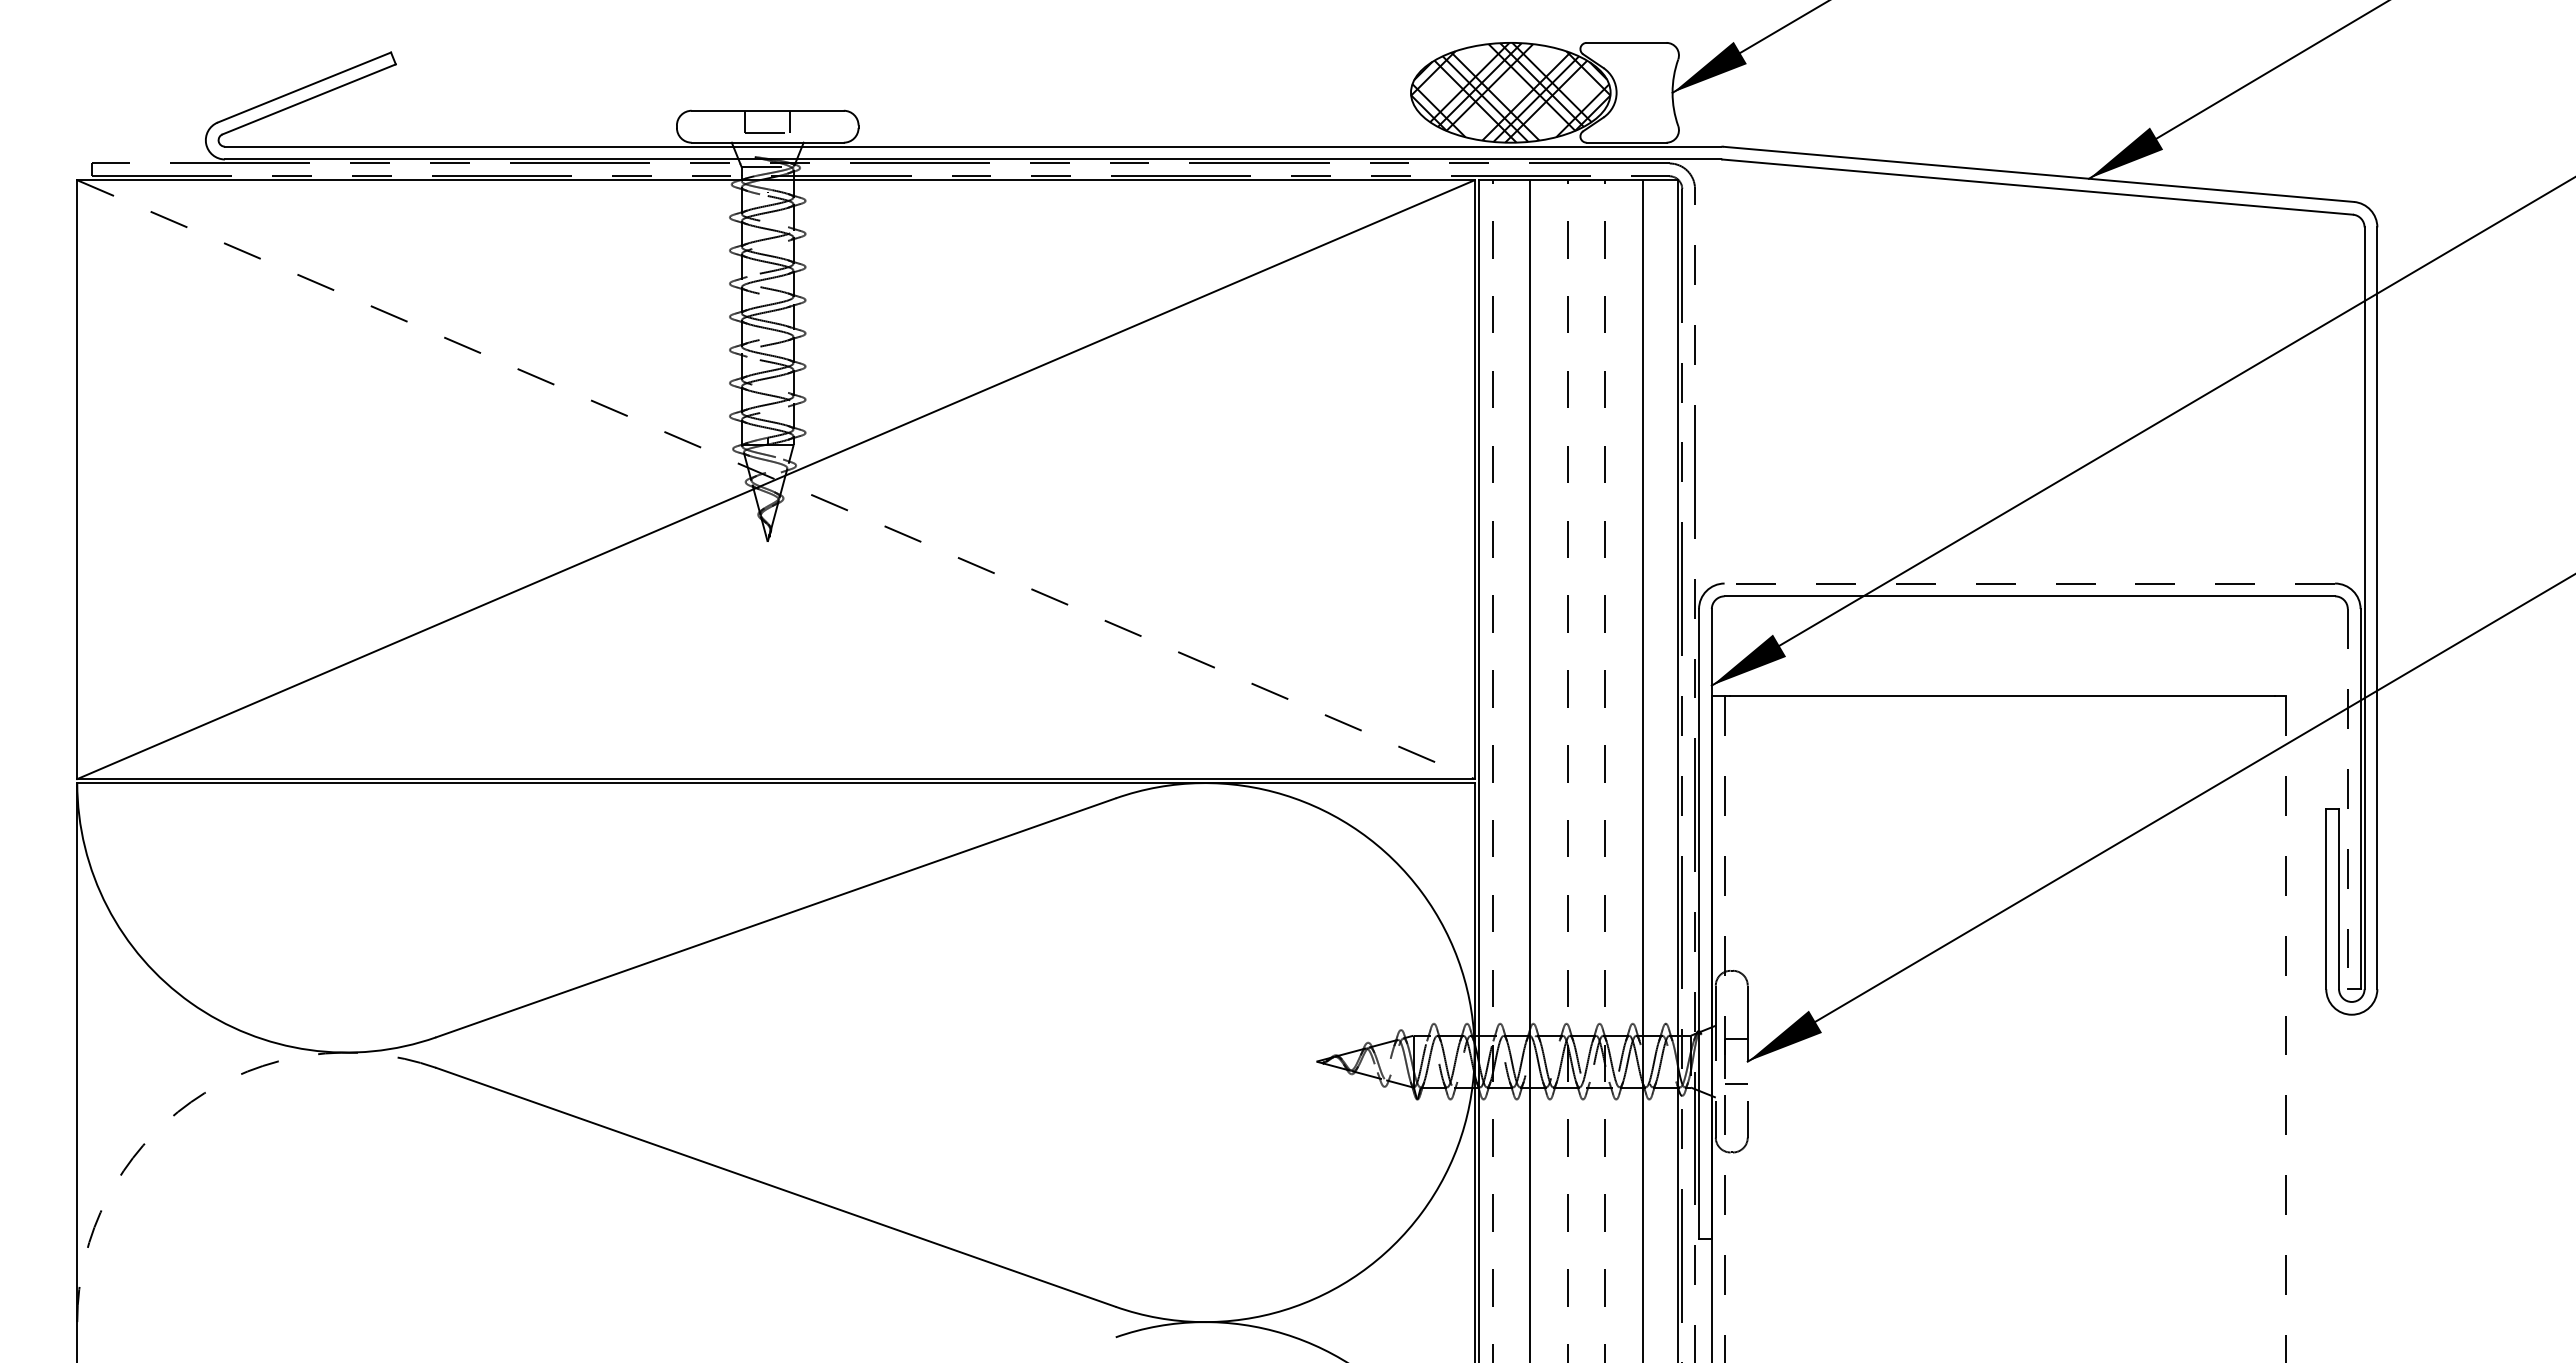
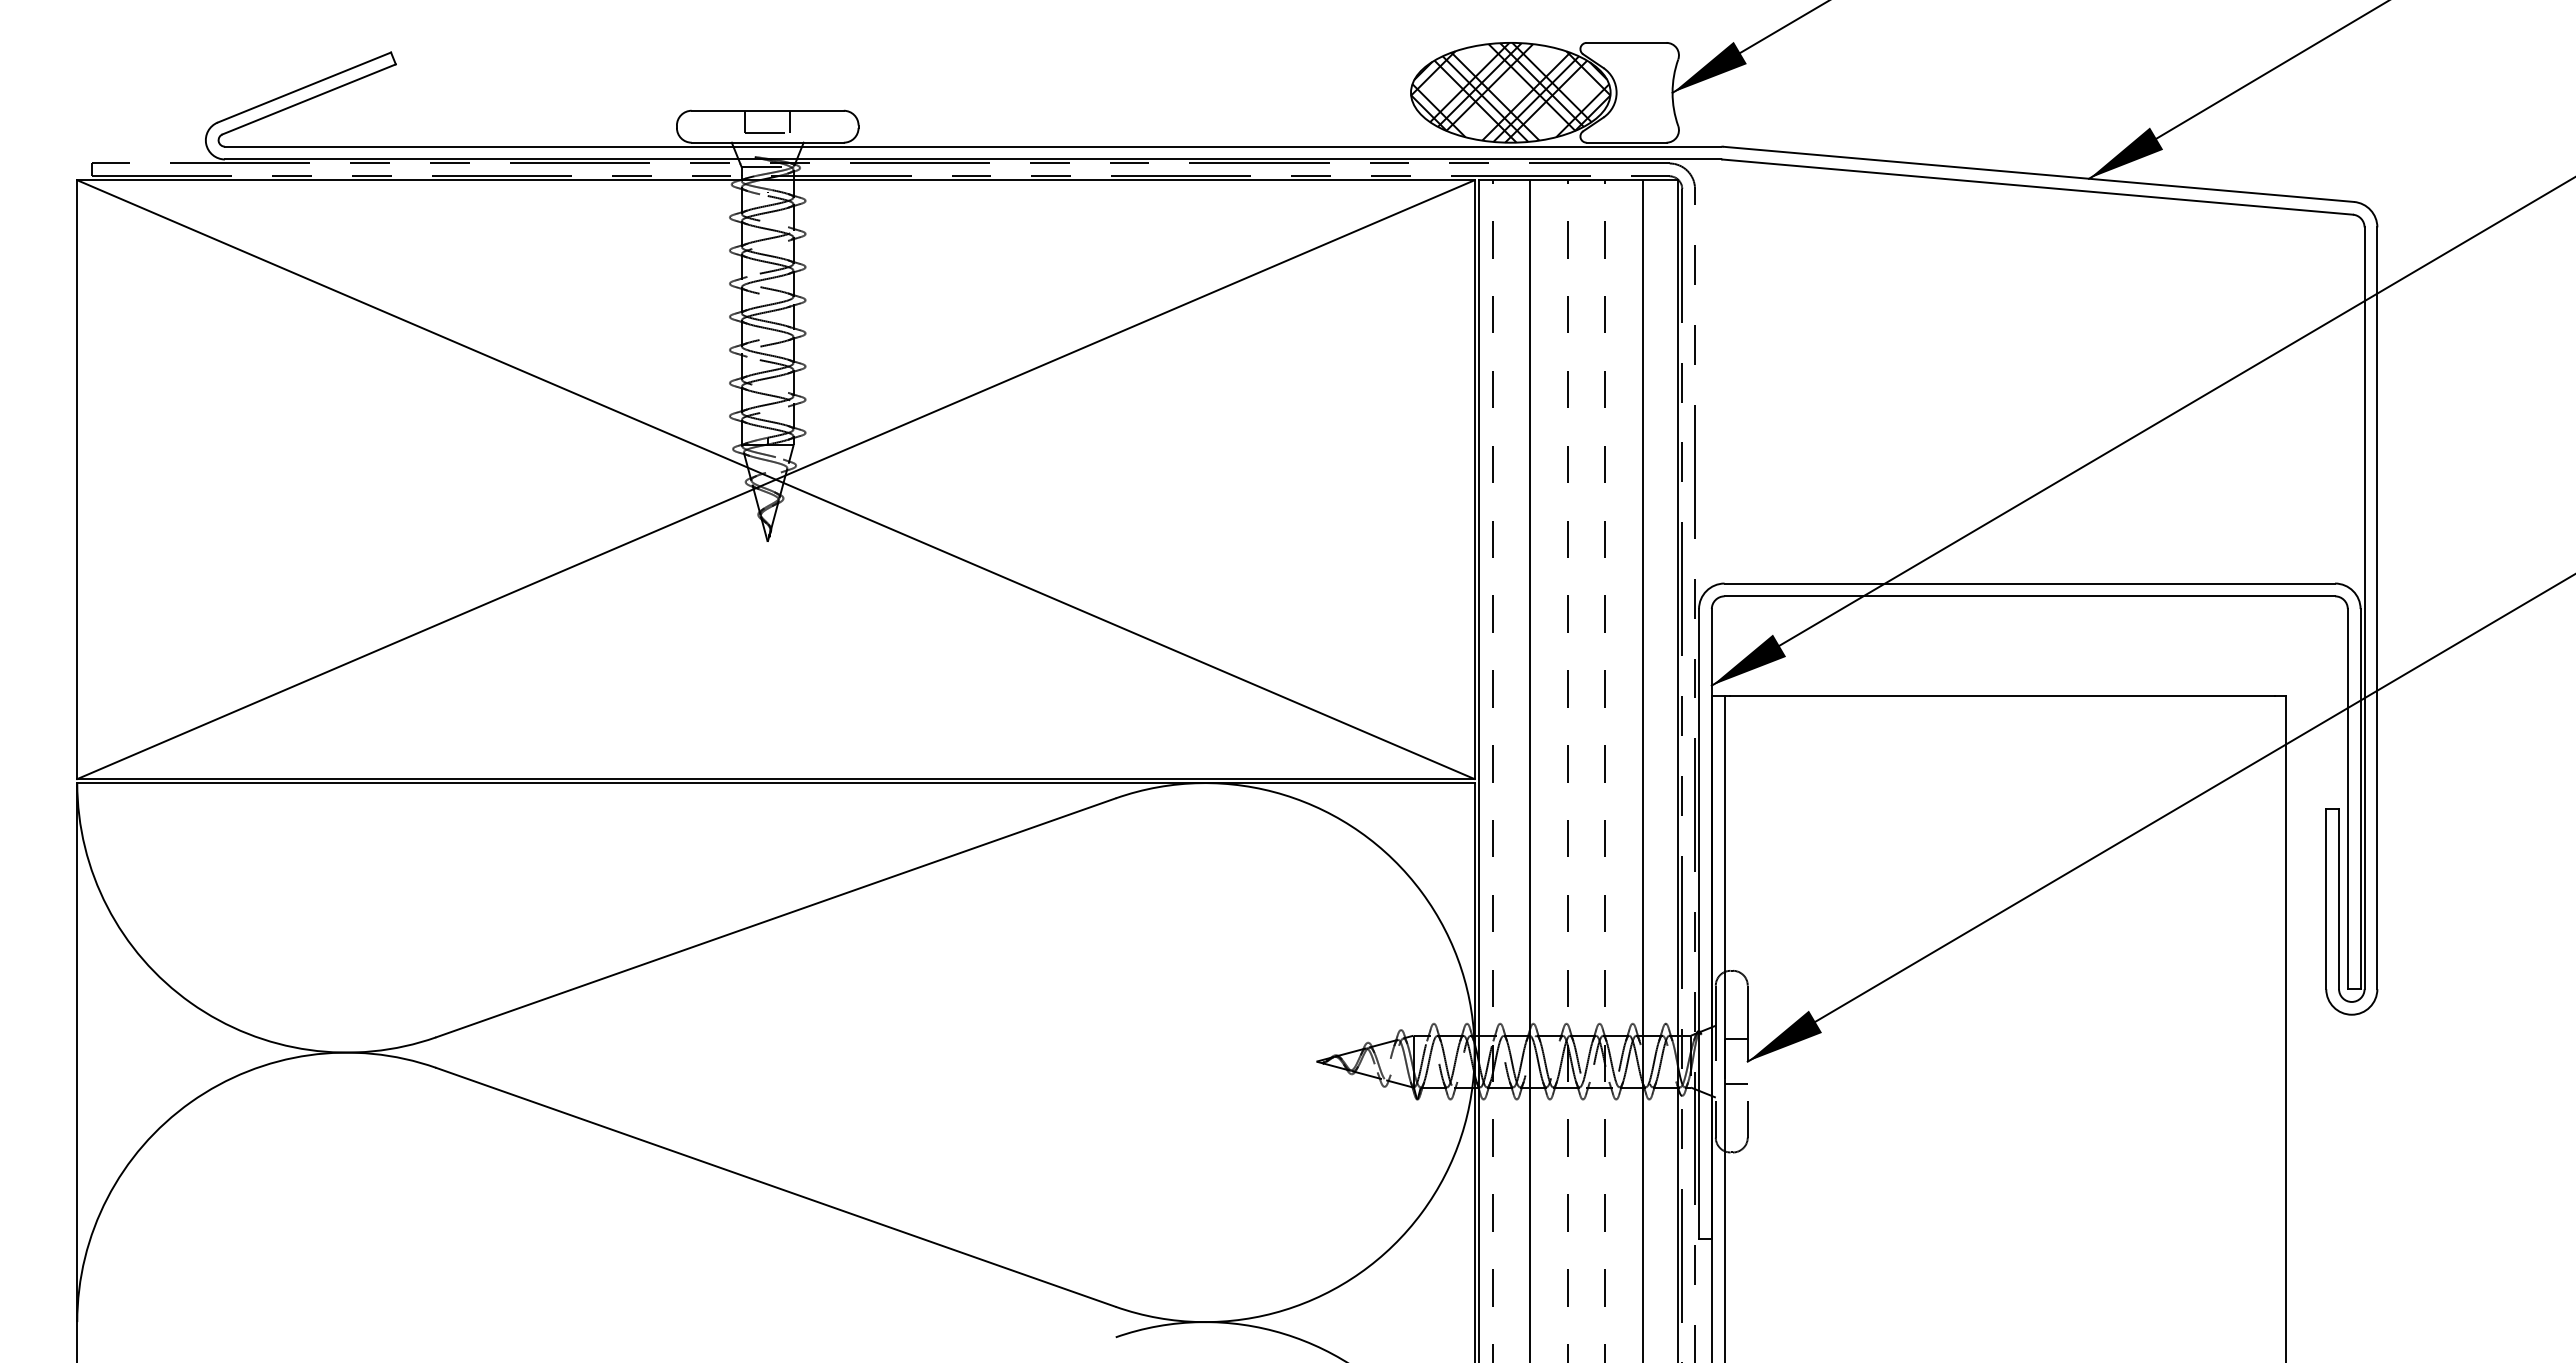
line at (776, 479): dashed -> solid
line at (2029, 583): dashed -> solid
line at (2347, 799): dashed -> solid
line at (1724, 1029): dashed -> solid
line at (2285, 1029): dashed -> solid
arc at (190, 1102): dashed -> solid
